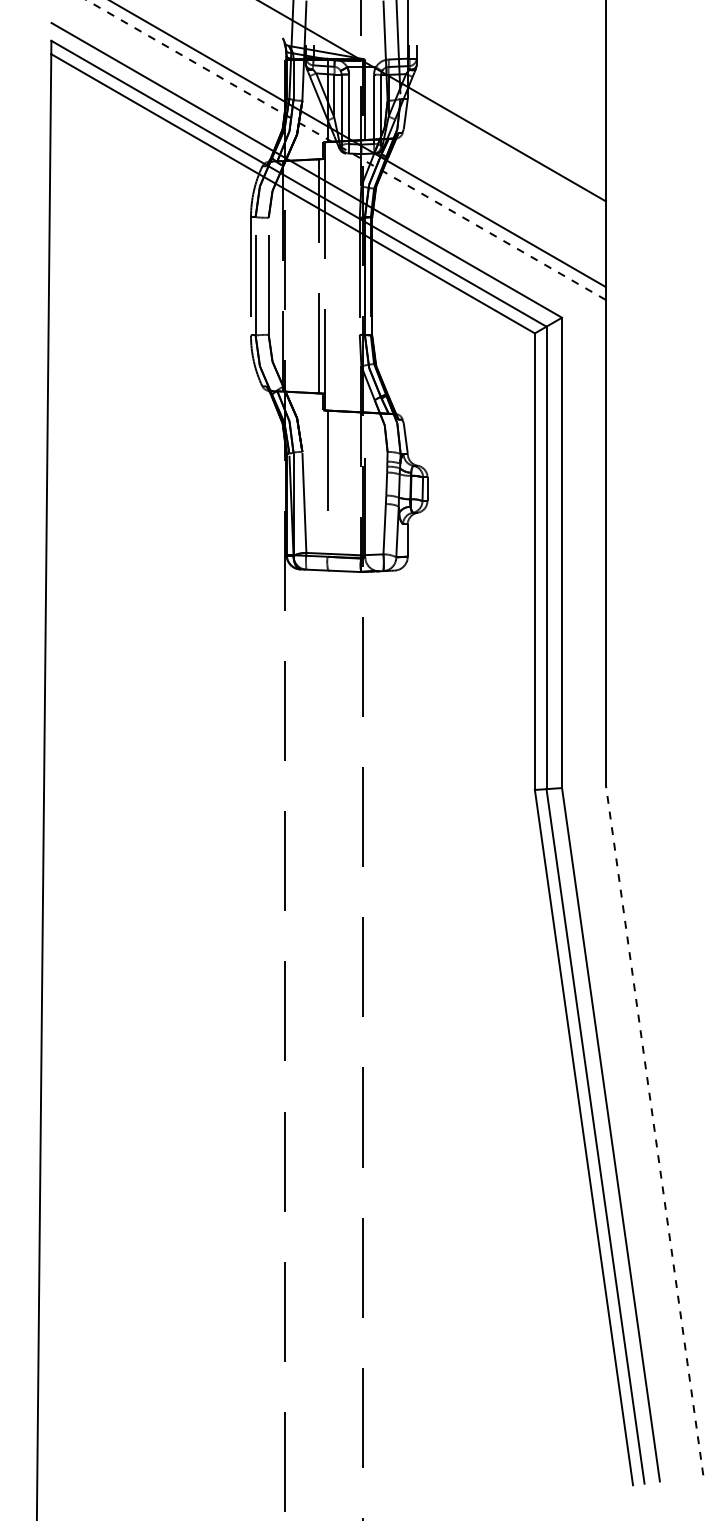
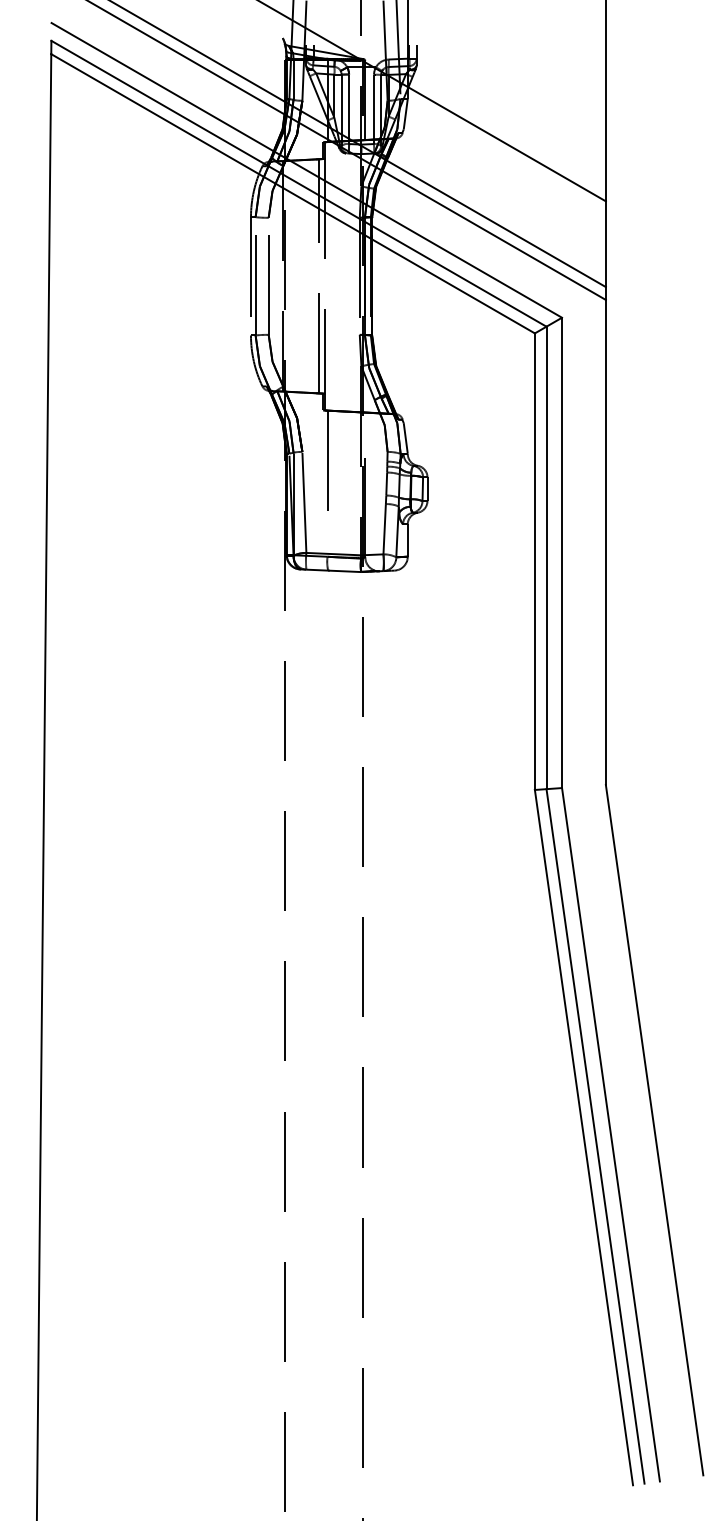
line at (346, 150): dashed -> solid
line at (654, 1130): dashed -> solid
